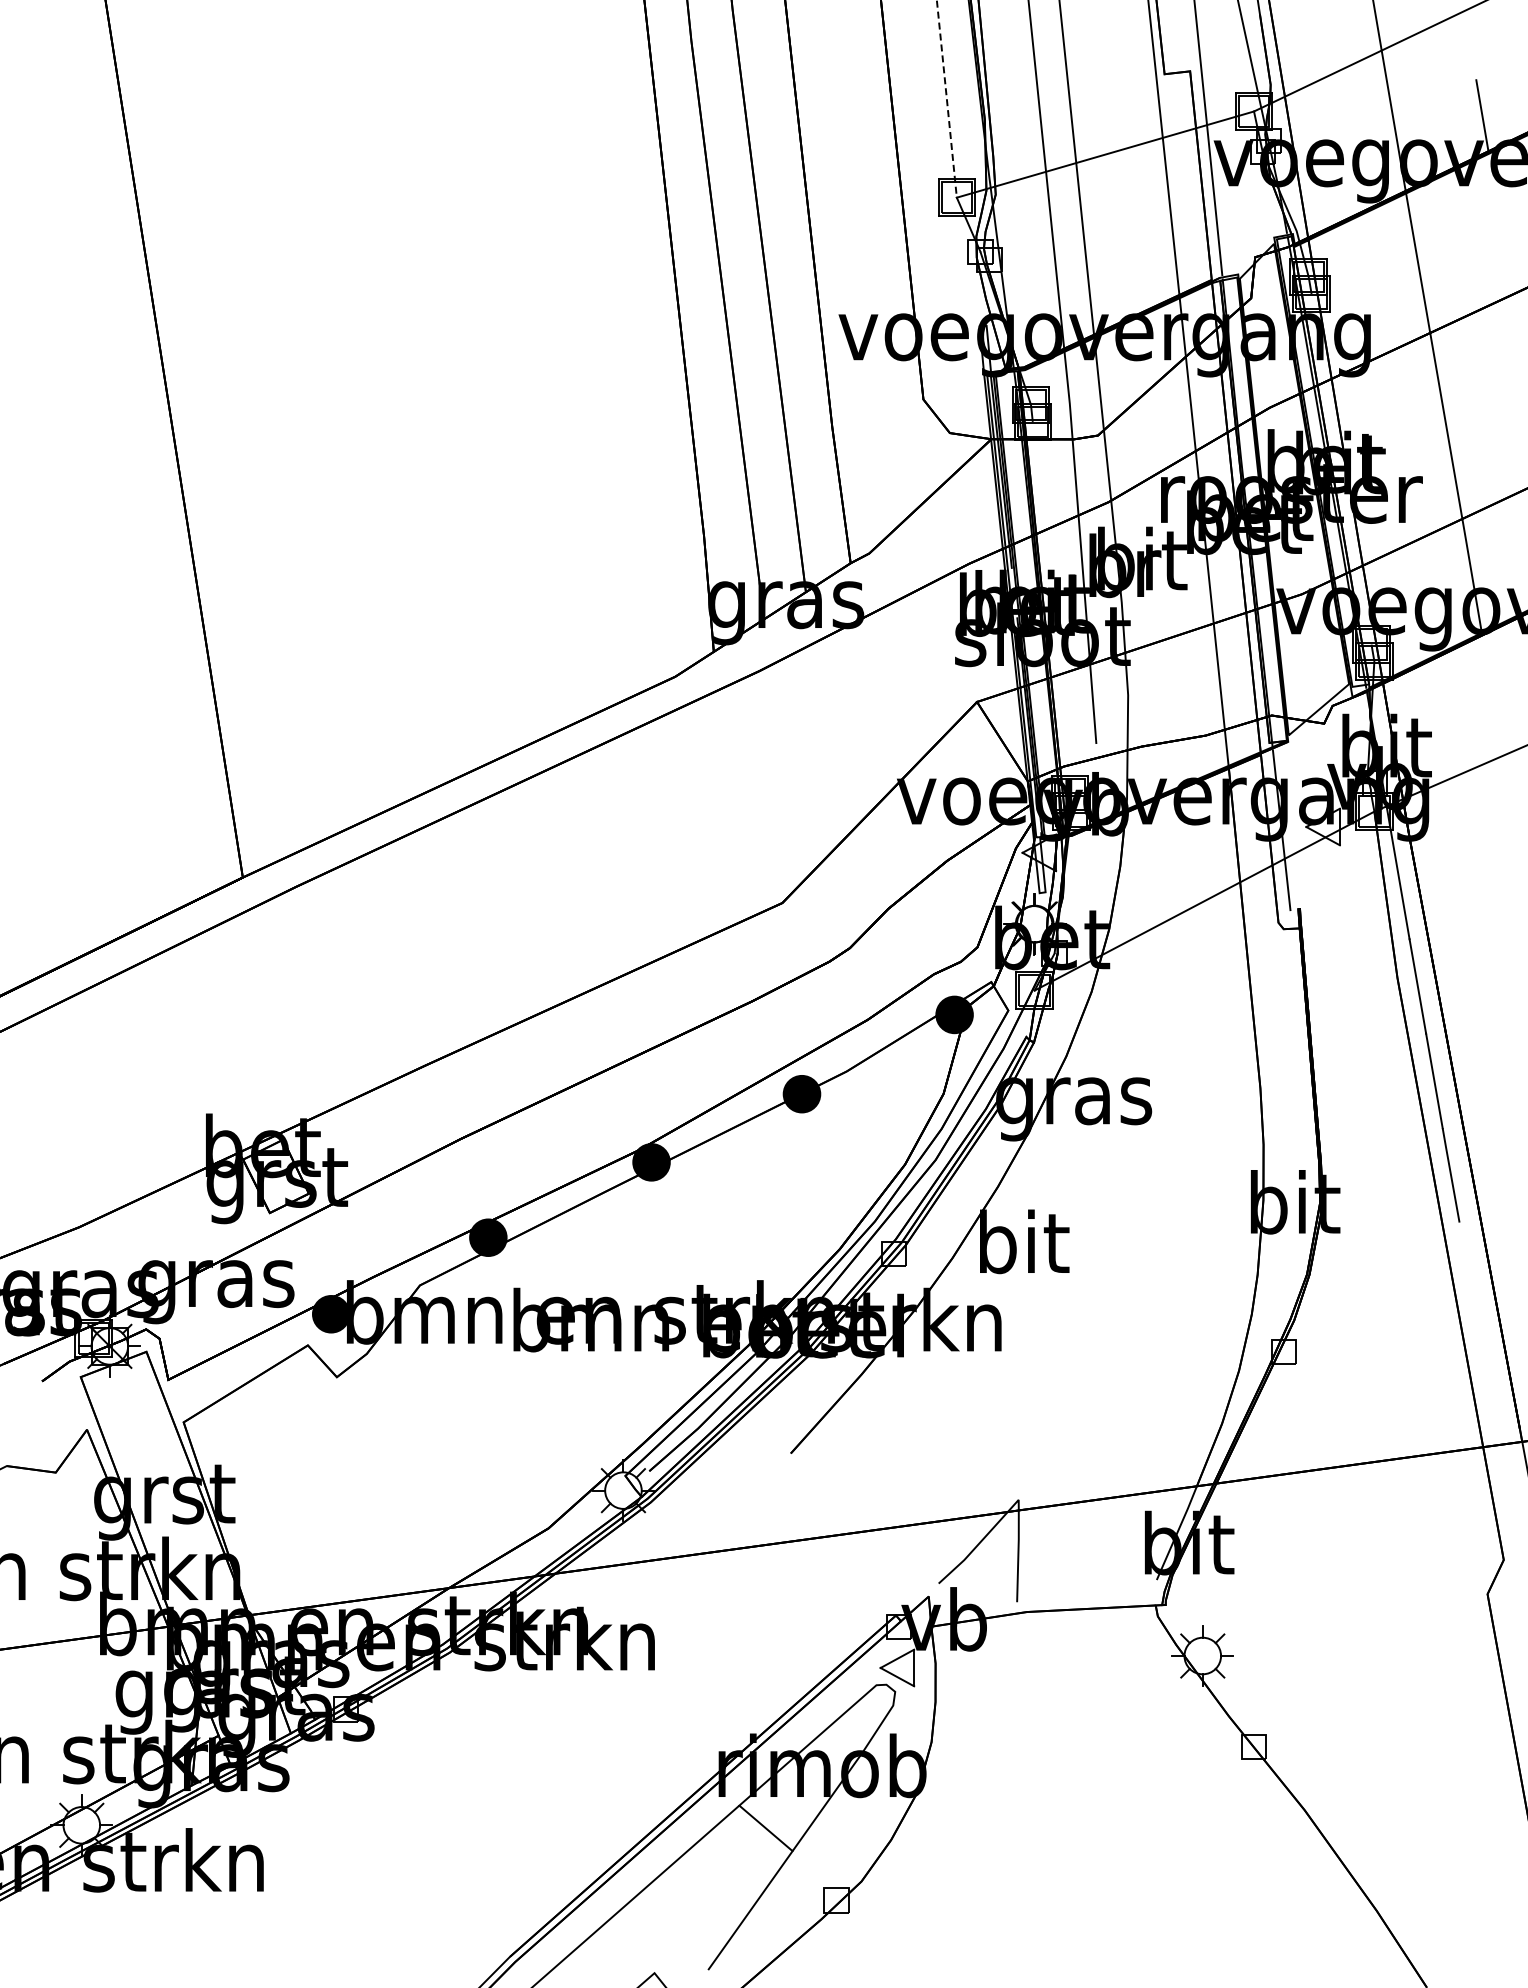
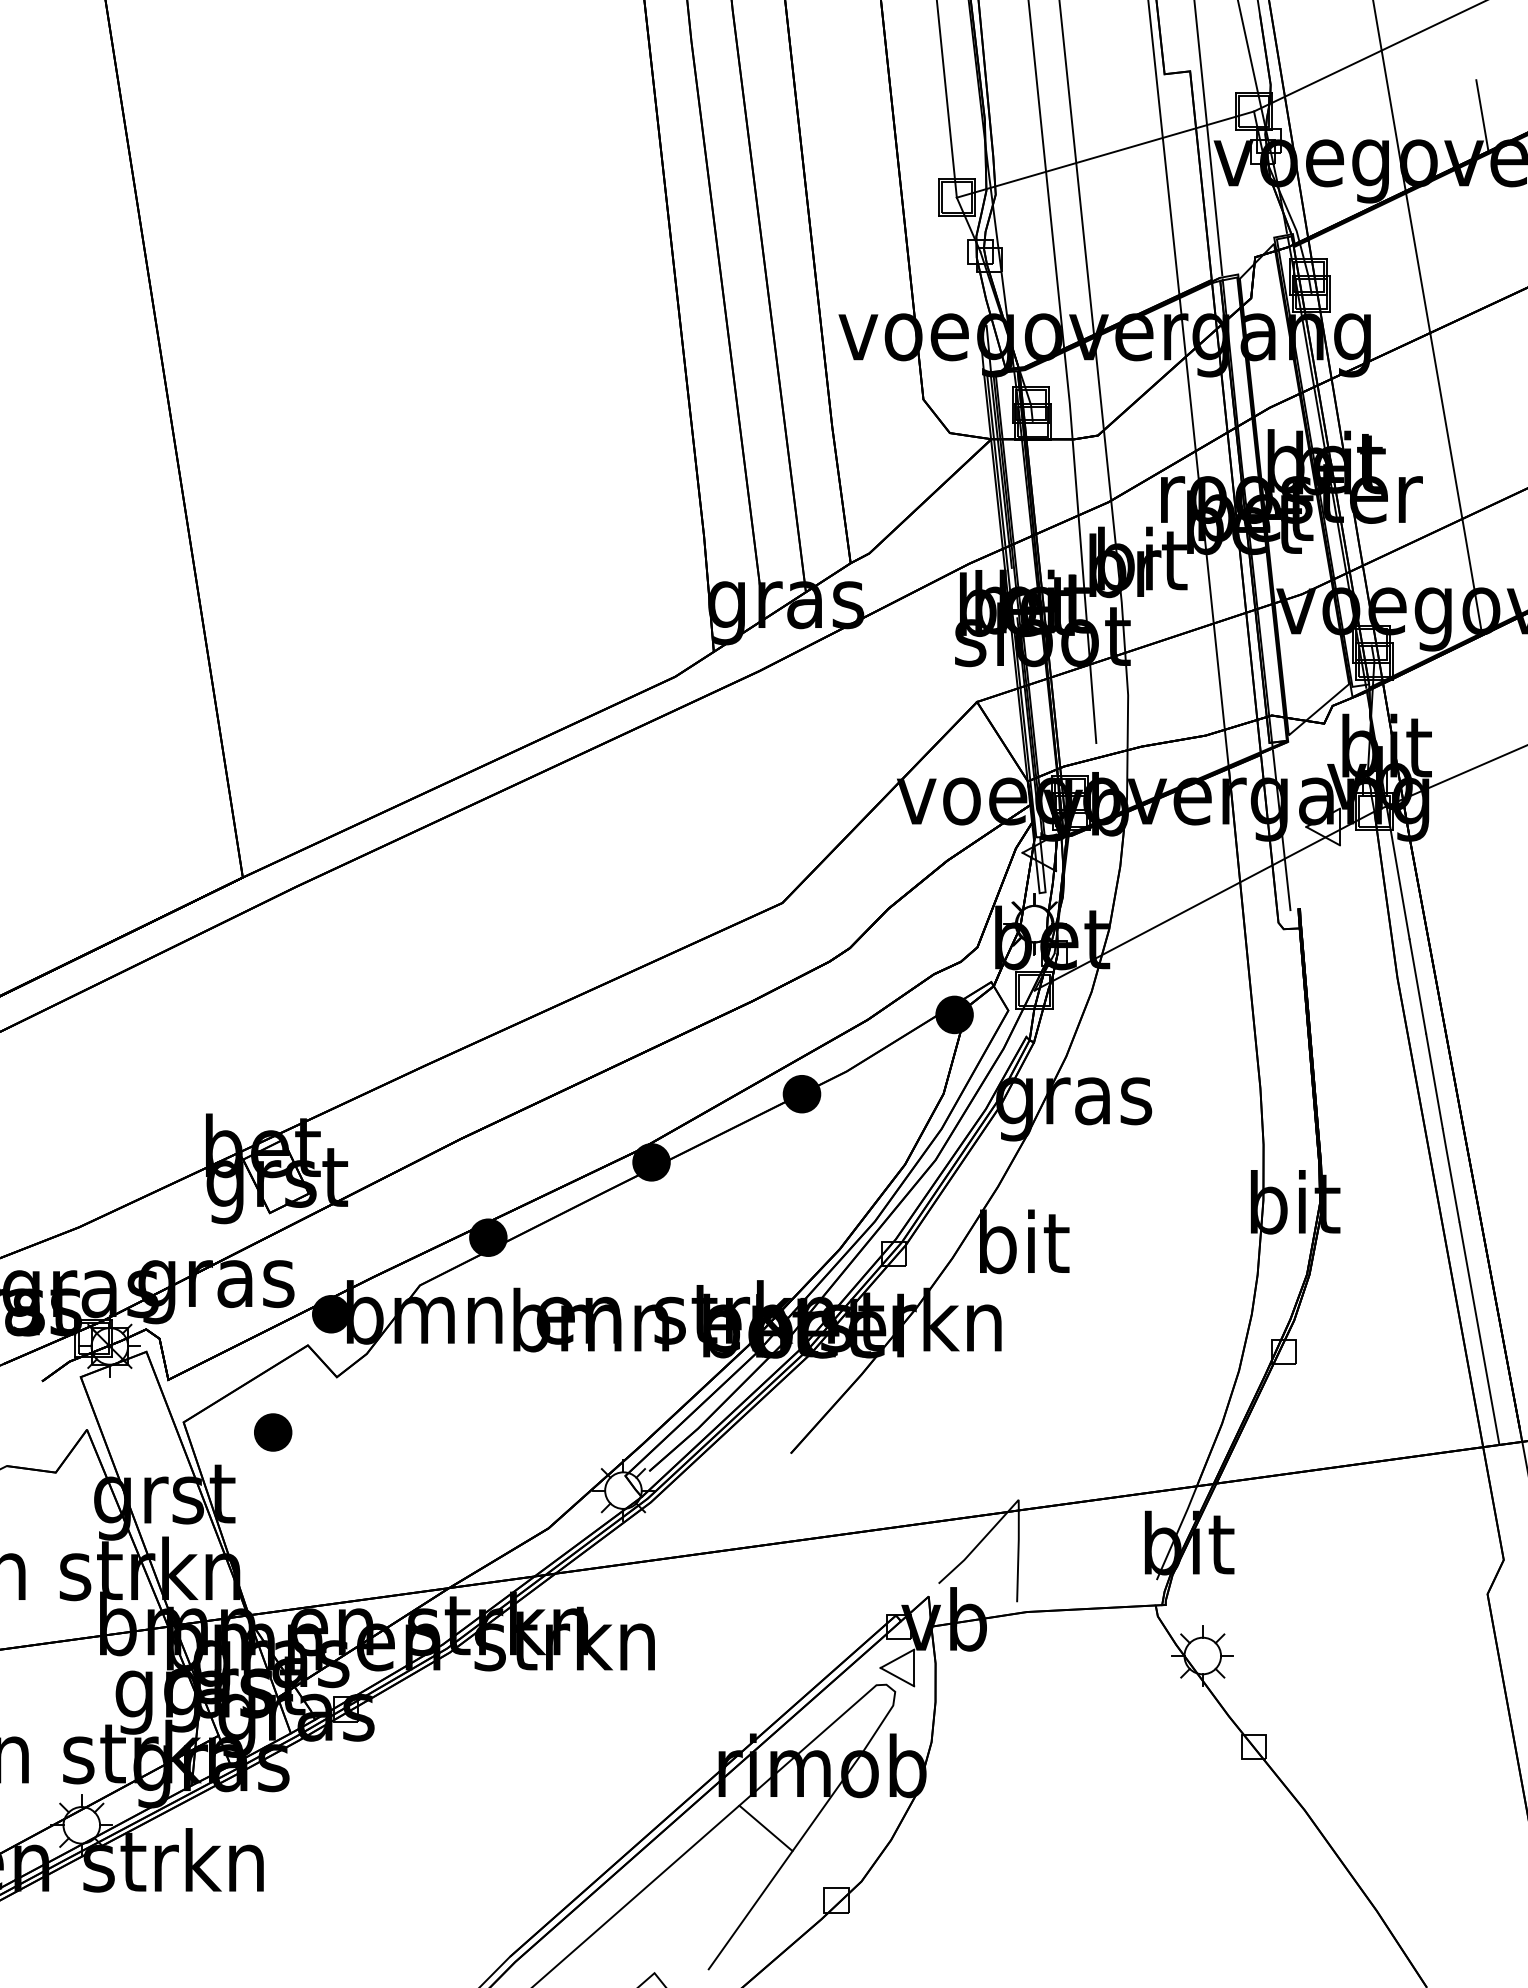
line at (946, 99): dashed -> solid
line at (1479, 1333): none -> present
part at (273, 1432): none -> present
